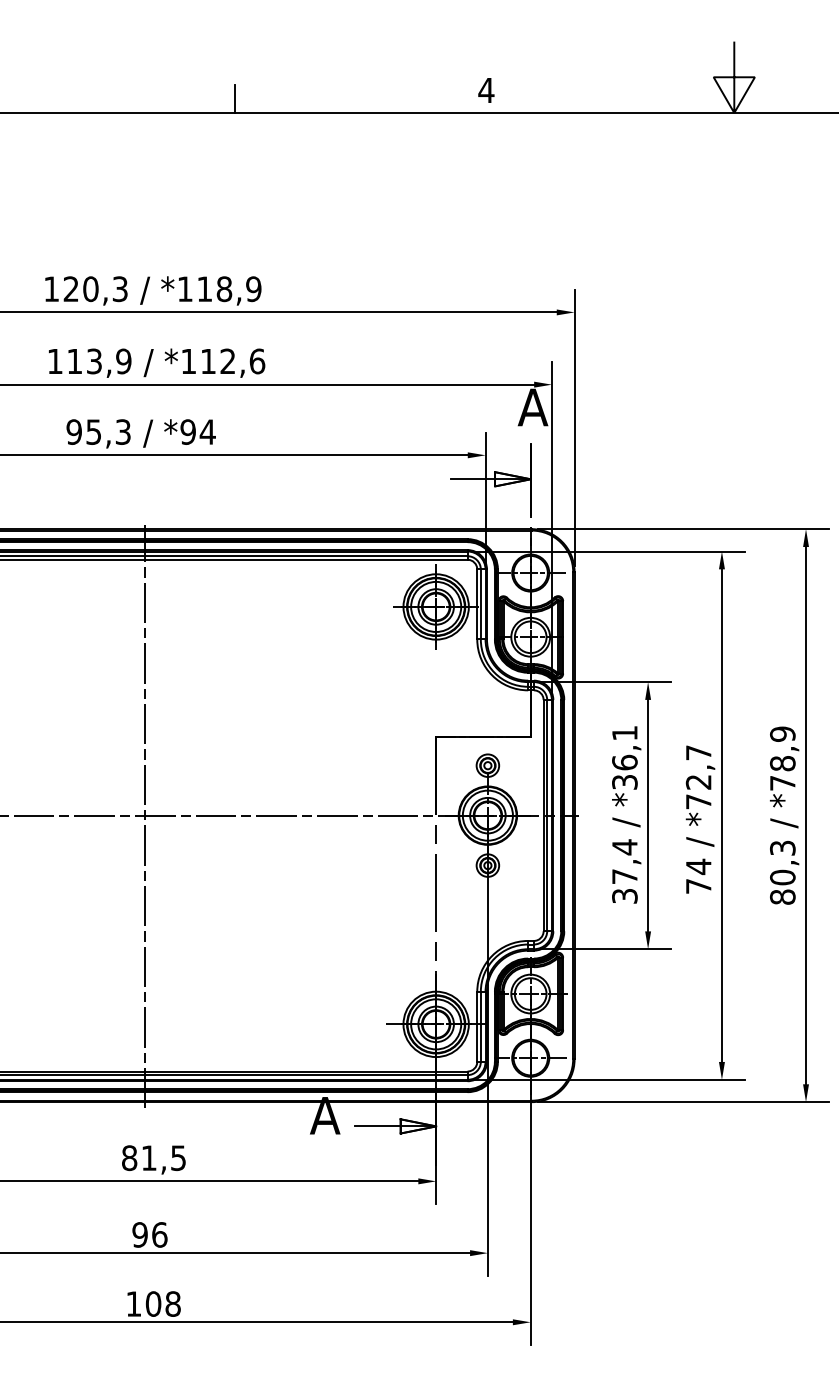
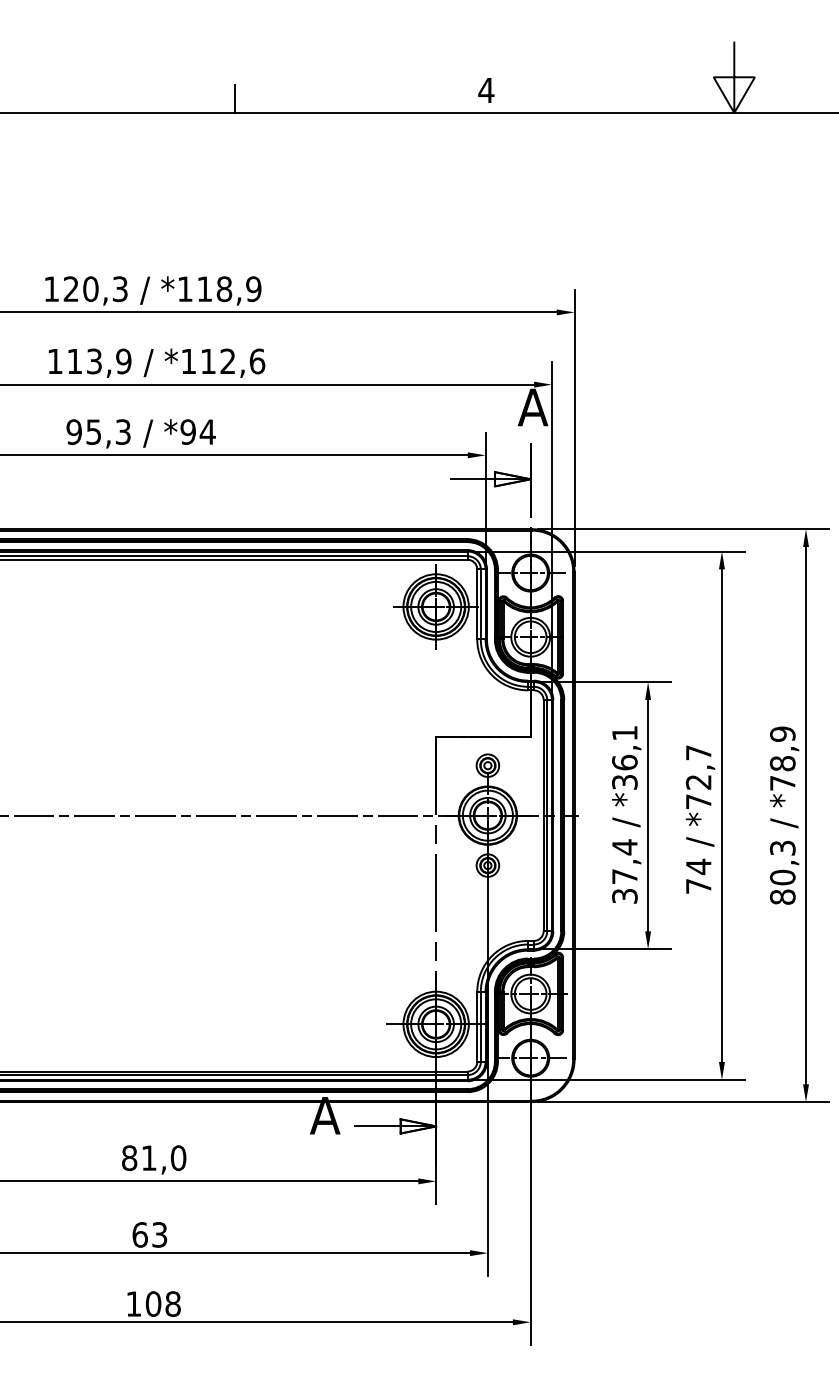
line at (145, 816): present -> none
text at (178, 1158): 81,5 -> 81,0
text at (149, 1234): 96 -> 63
